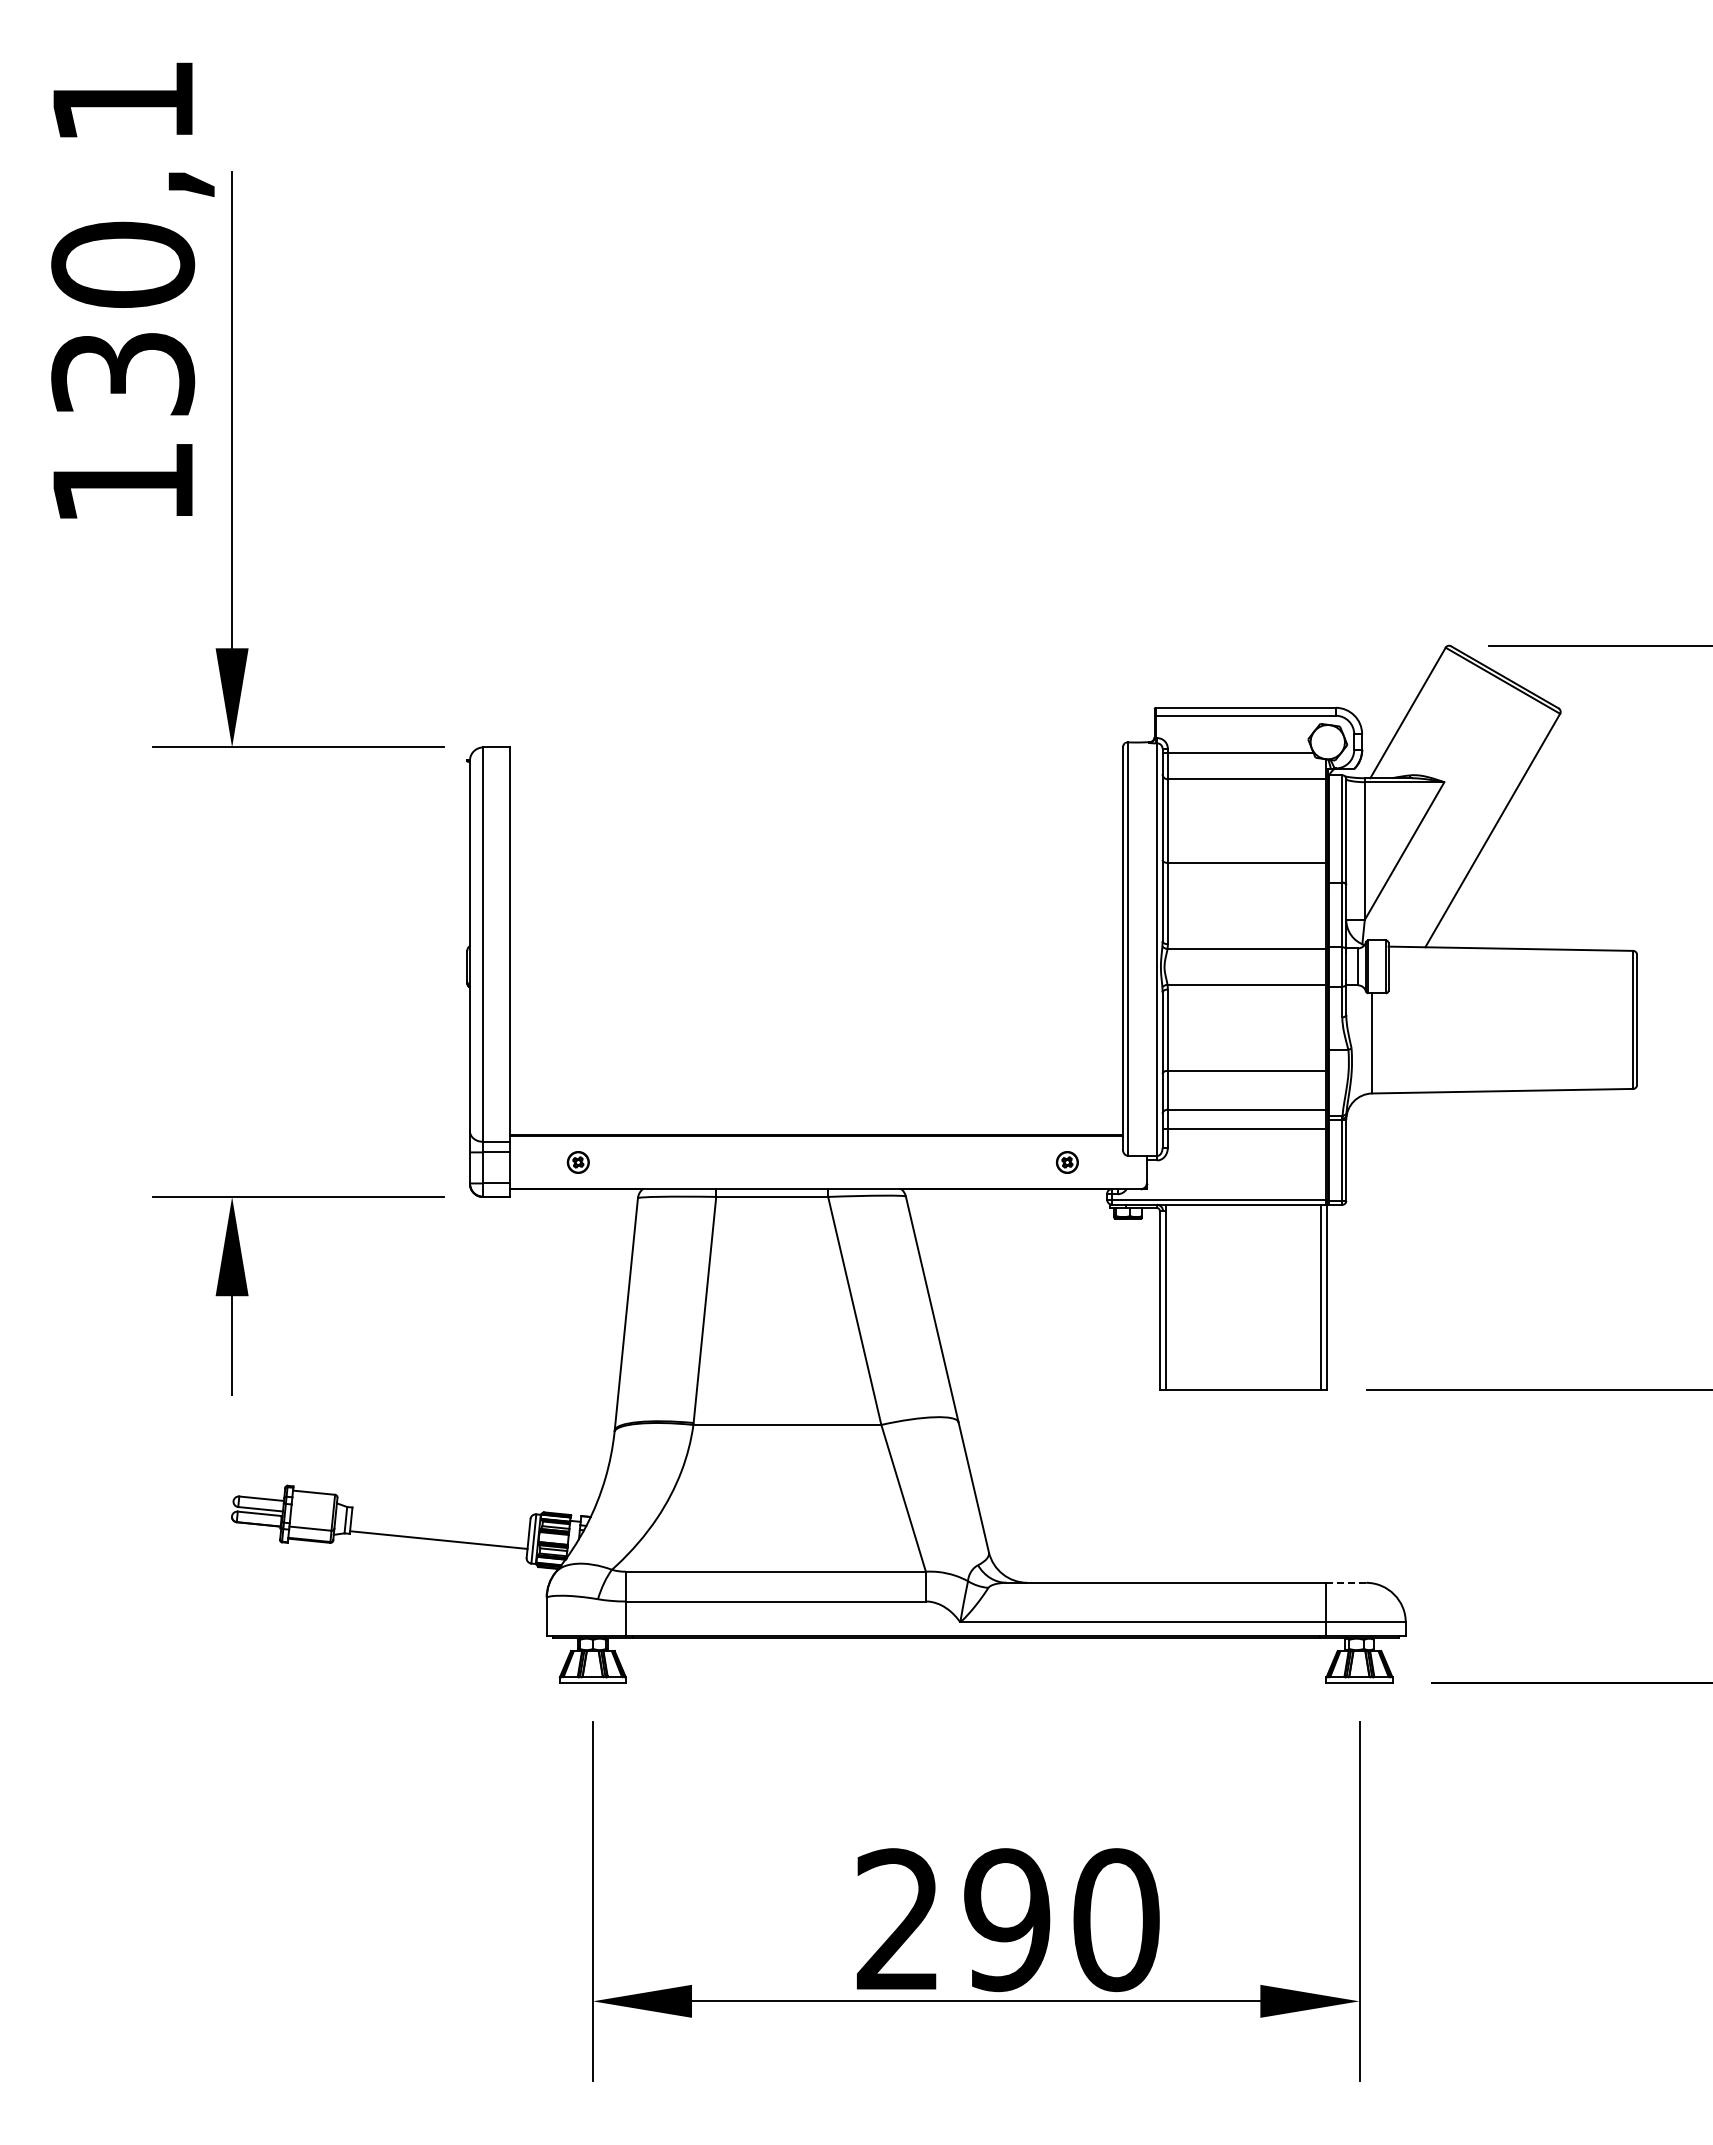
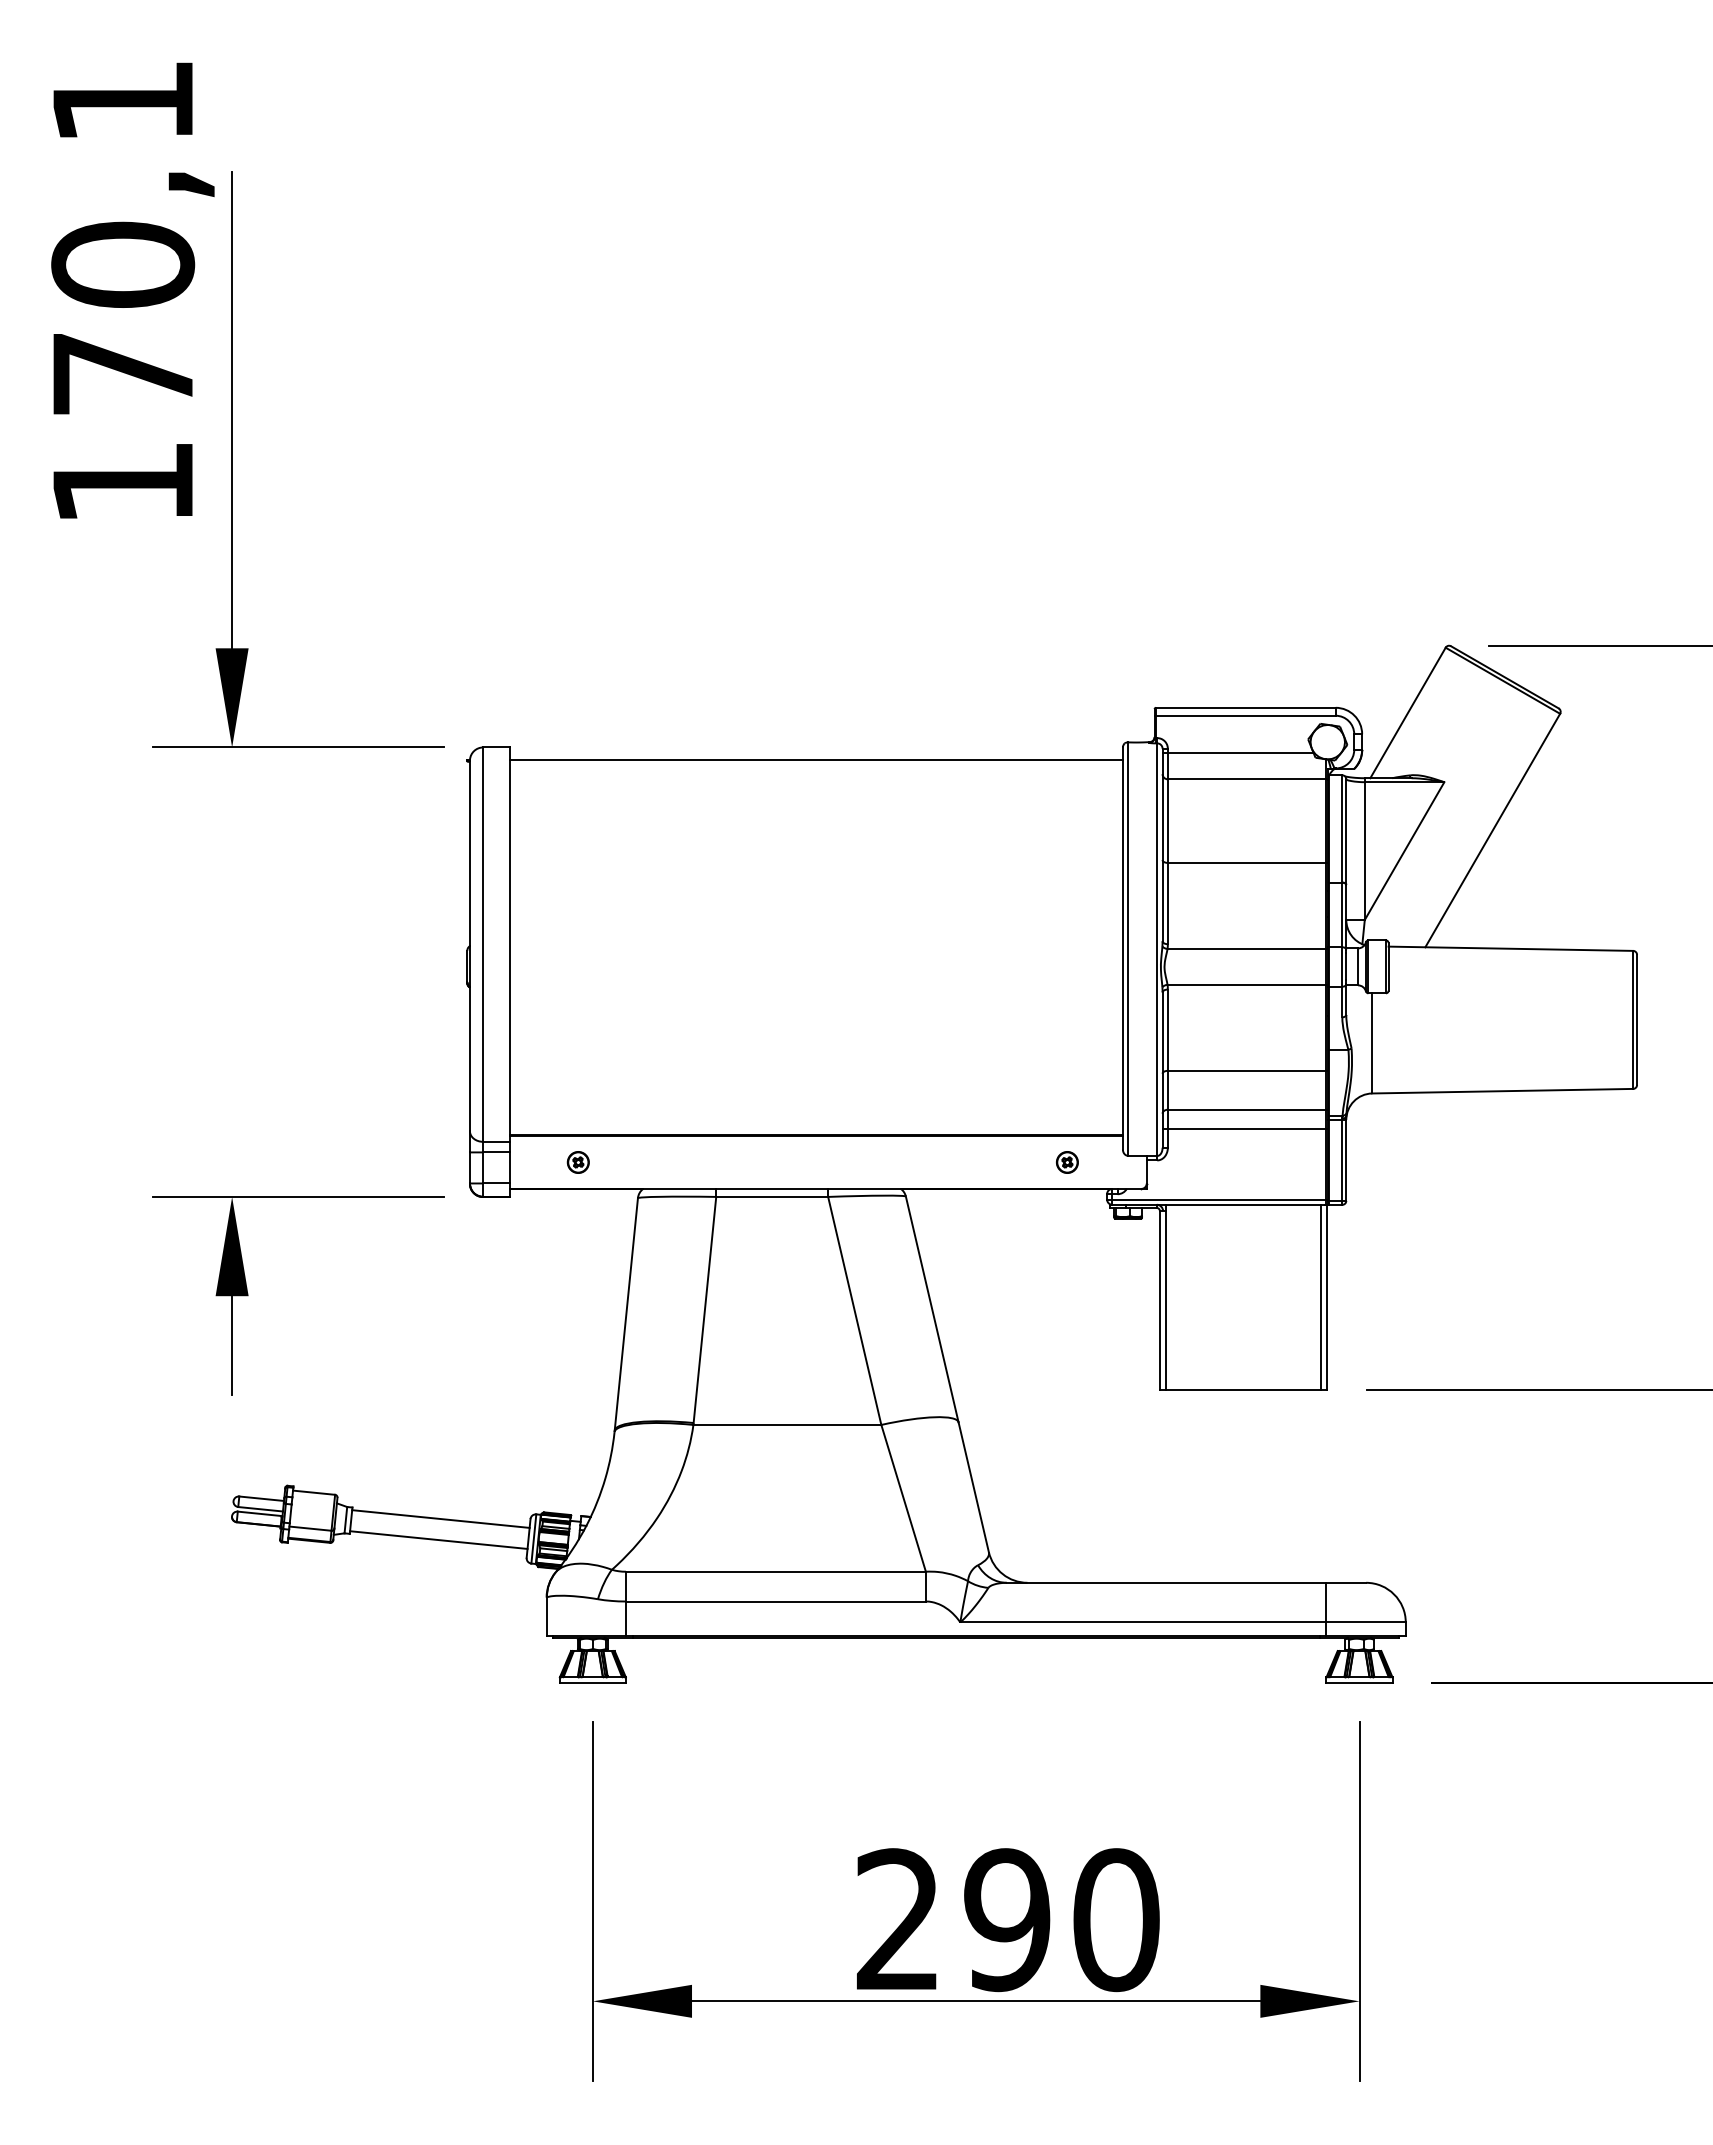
text at (123, 374): 130,1 -> 170,1
line at (815, 759): none -> present
line at (440, 1518): none -> present
line at (1346, 1582): dashed -> solid
